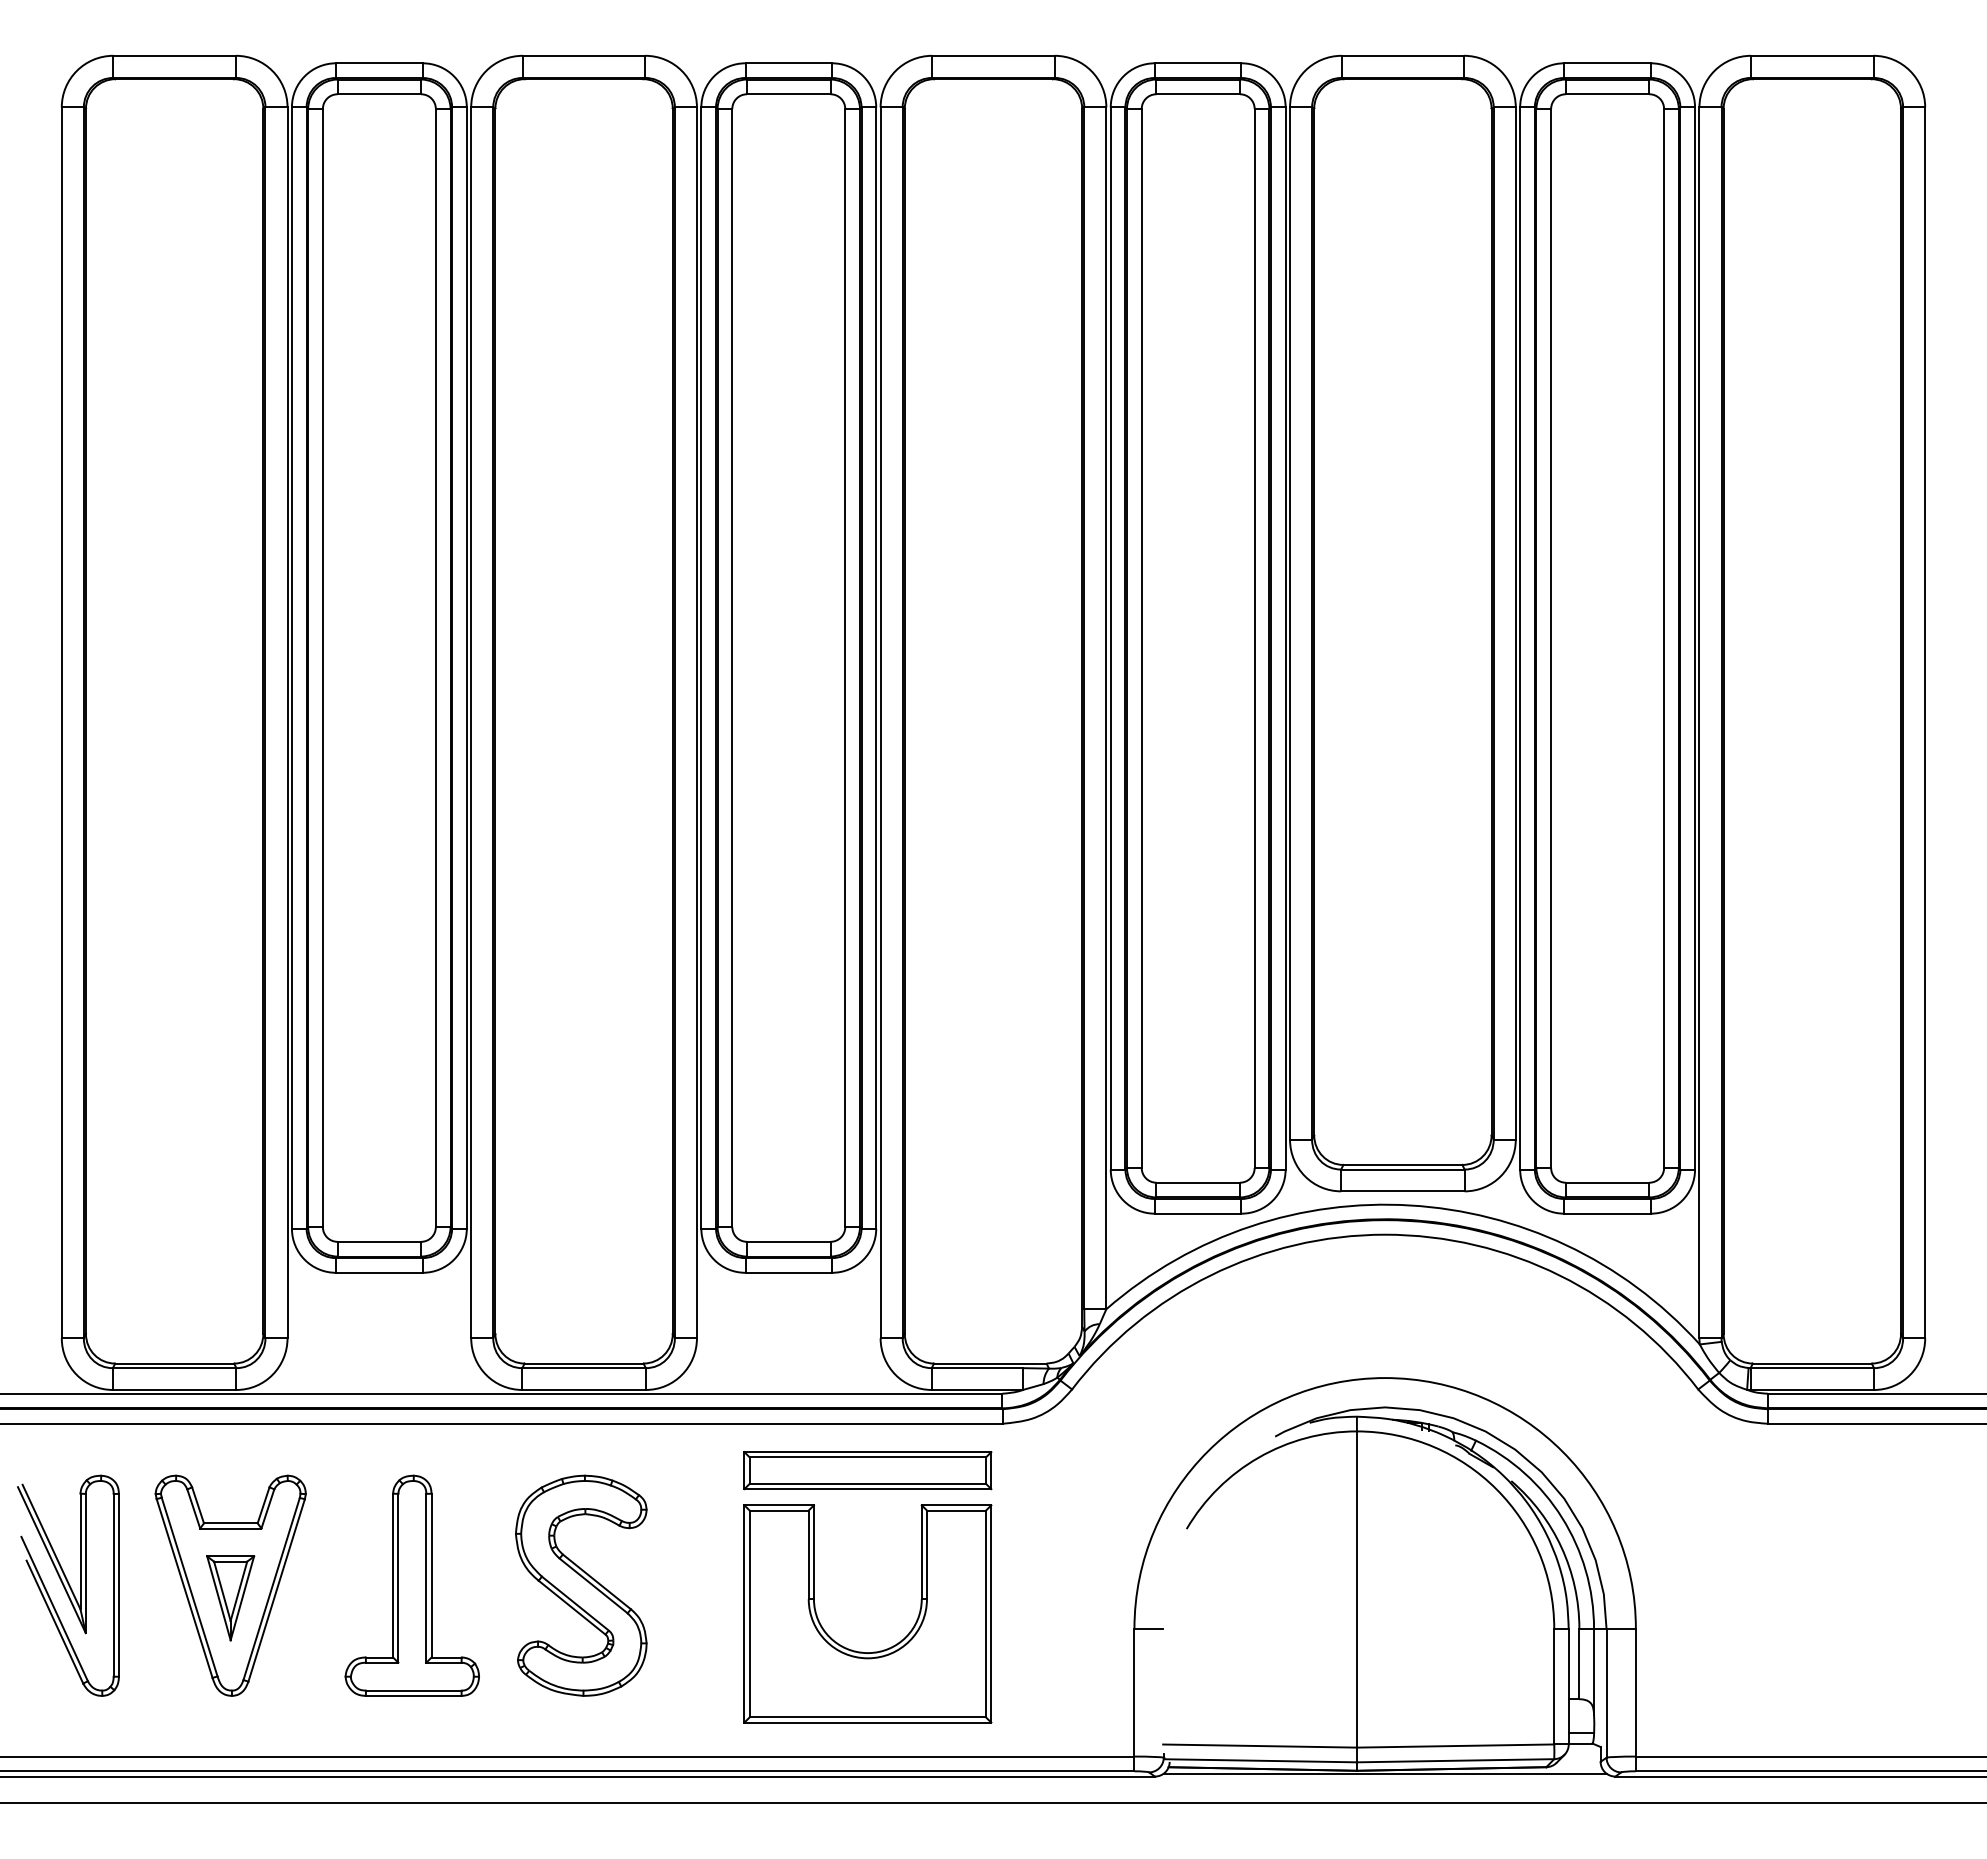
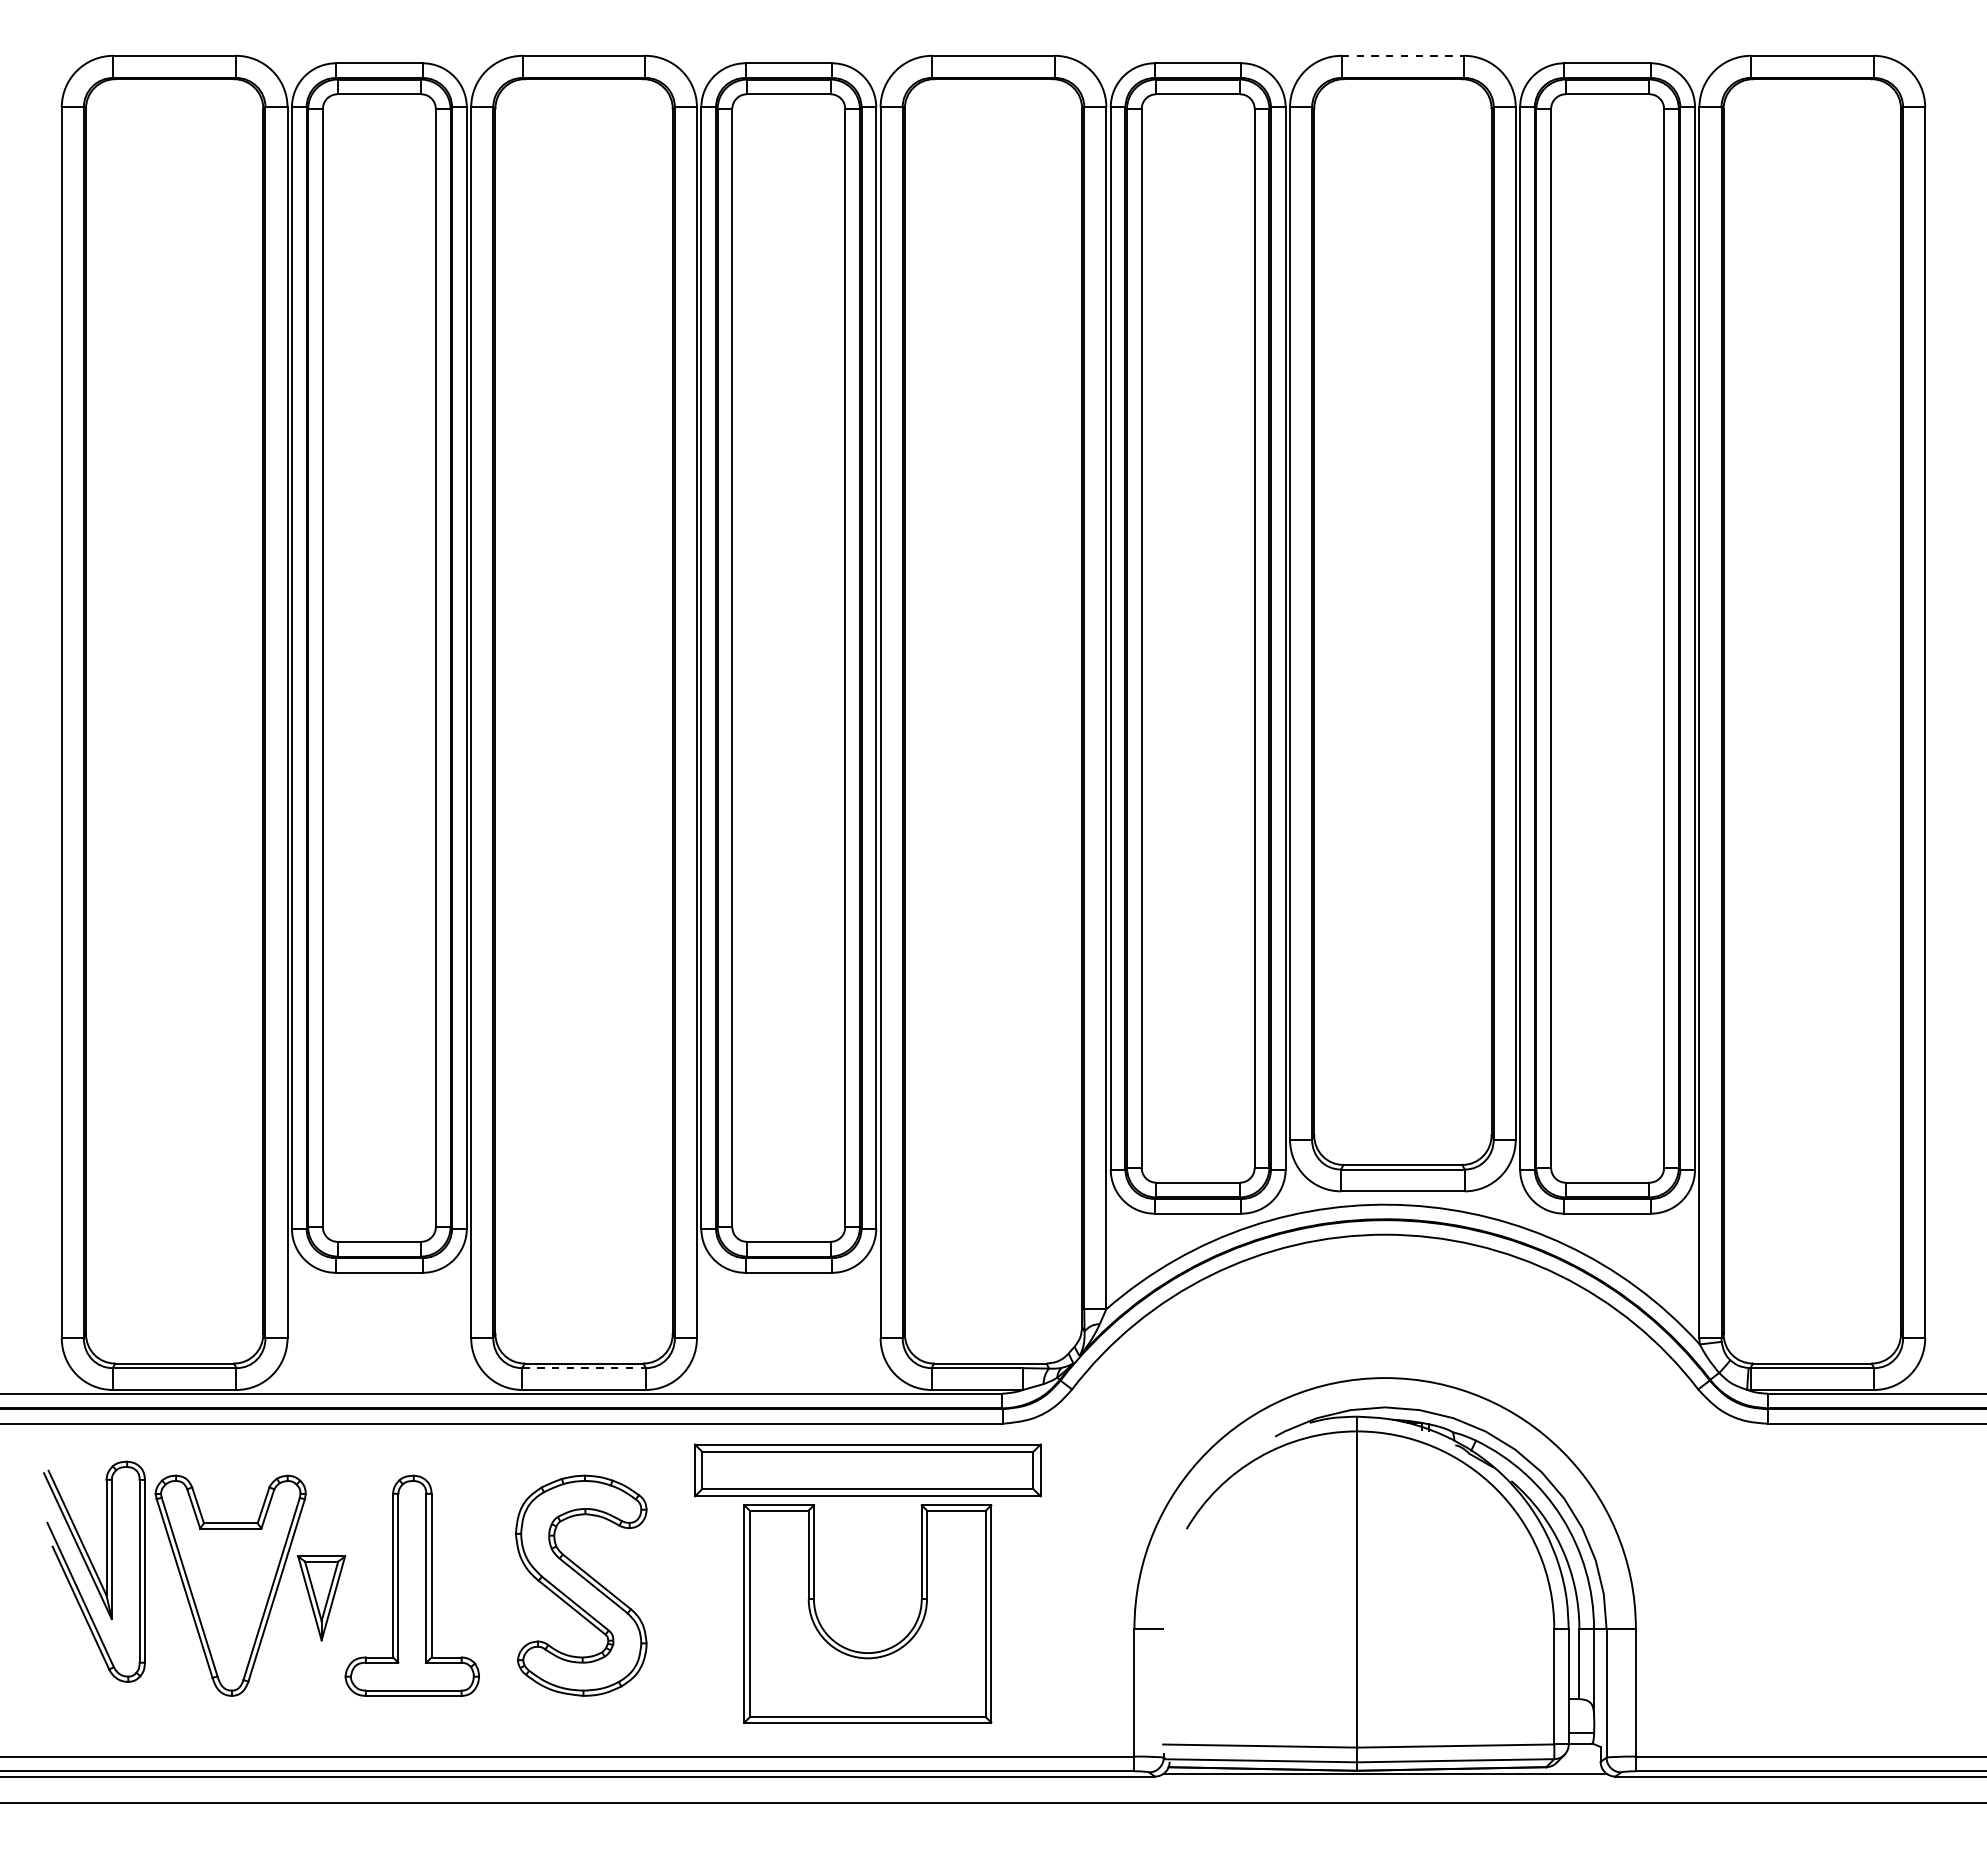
line at (1403, 55): solid -> dashed
line at (584, 1368): solid -> dashed
part at (867, 1470) size: 250x40 px -> 349x55 px
part at (68, 1585) position: (68, 1585) -> (94, 1571)
part at (230, 1598) position: (230, 1598) -> (321, 1598)
